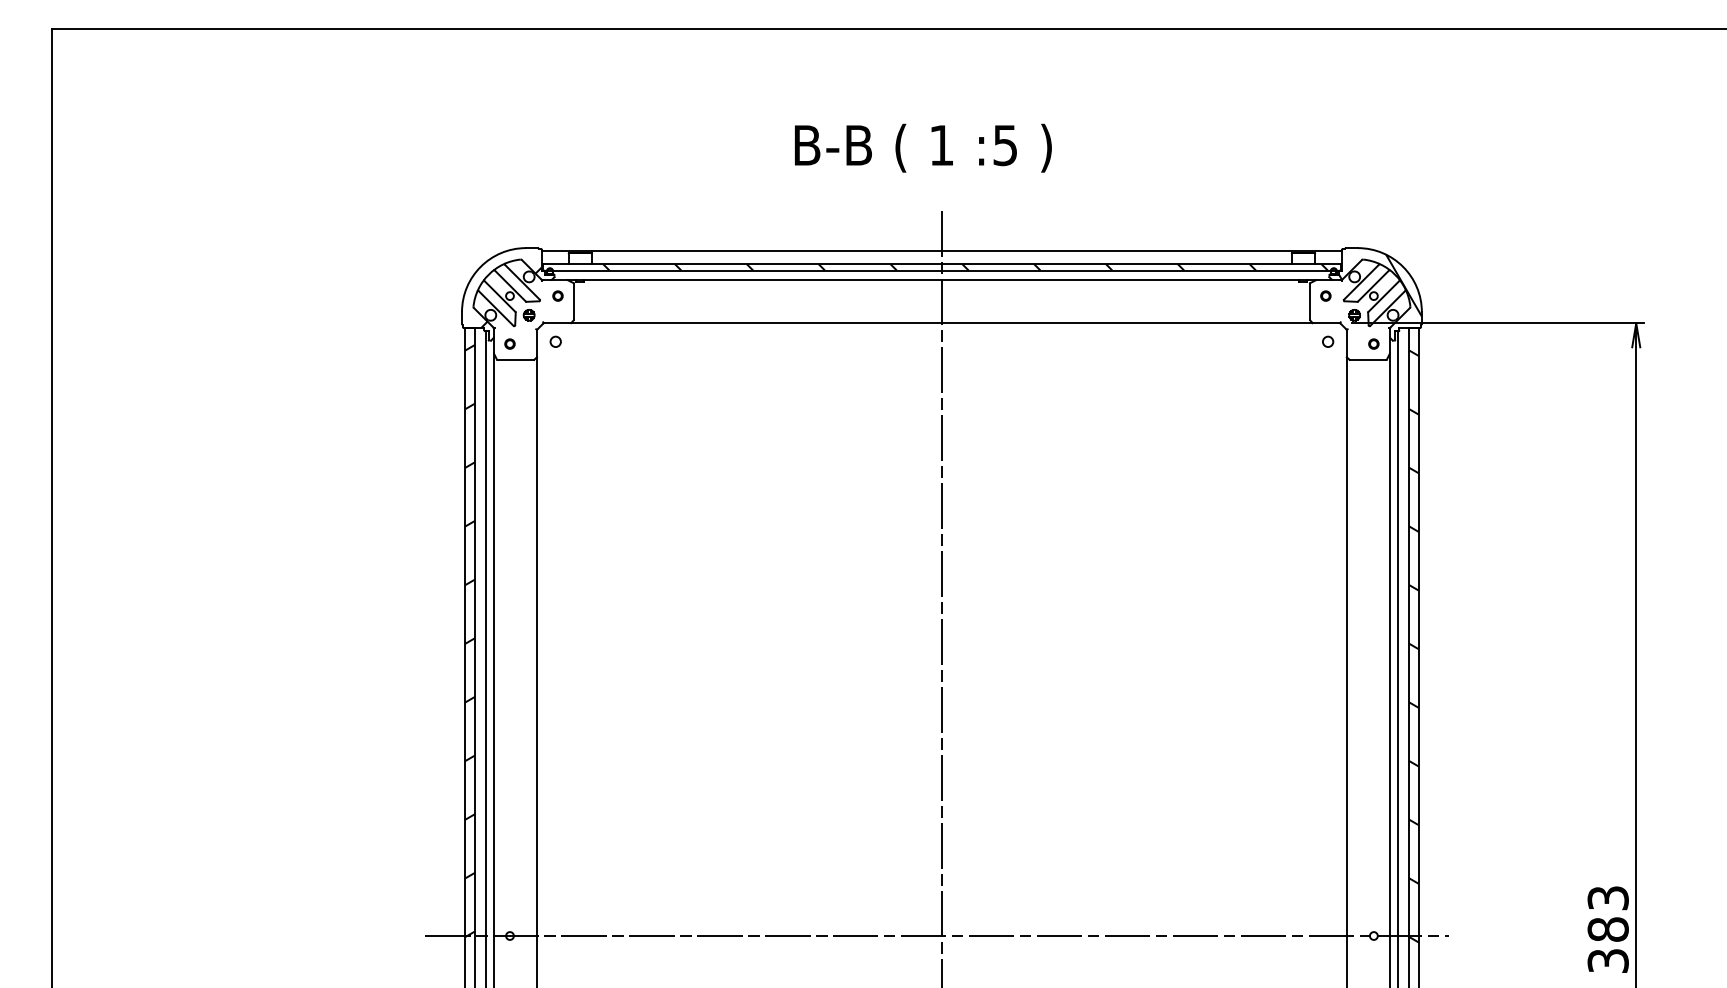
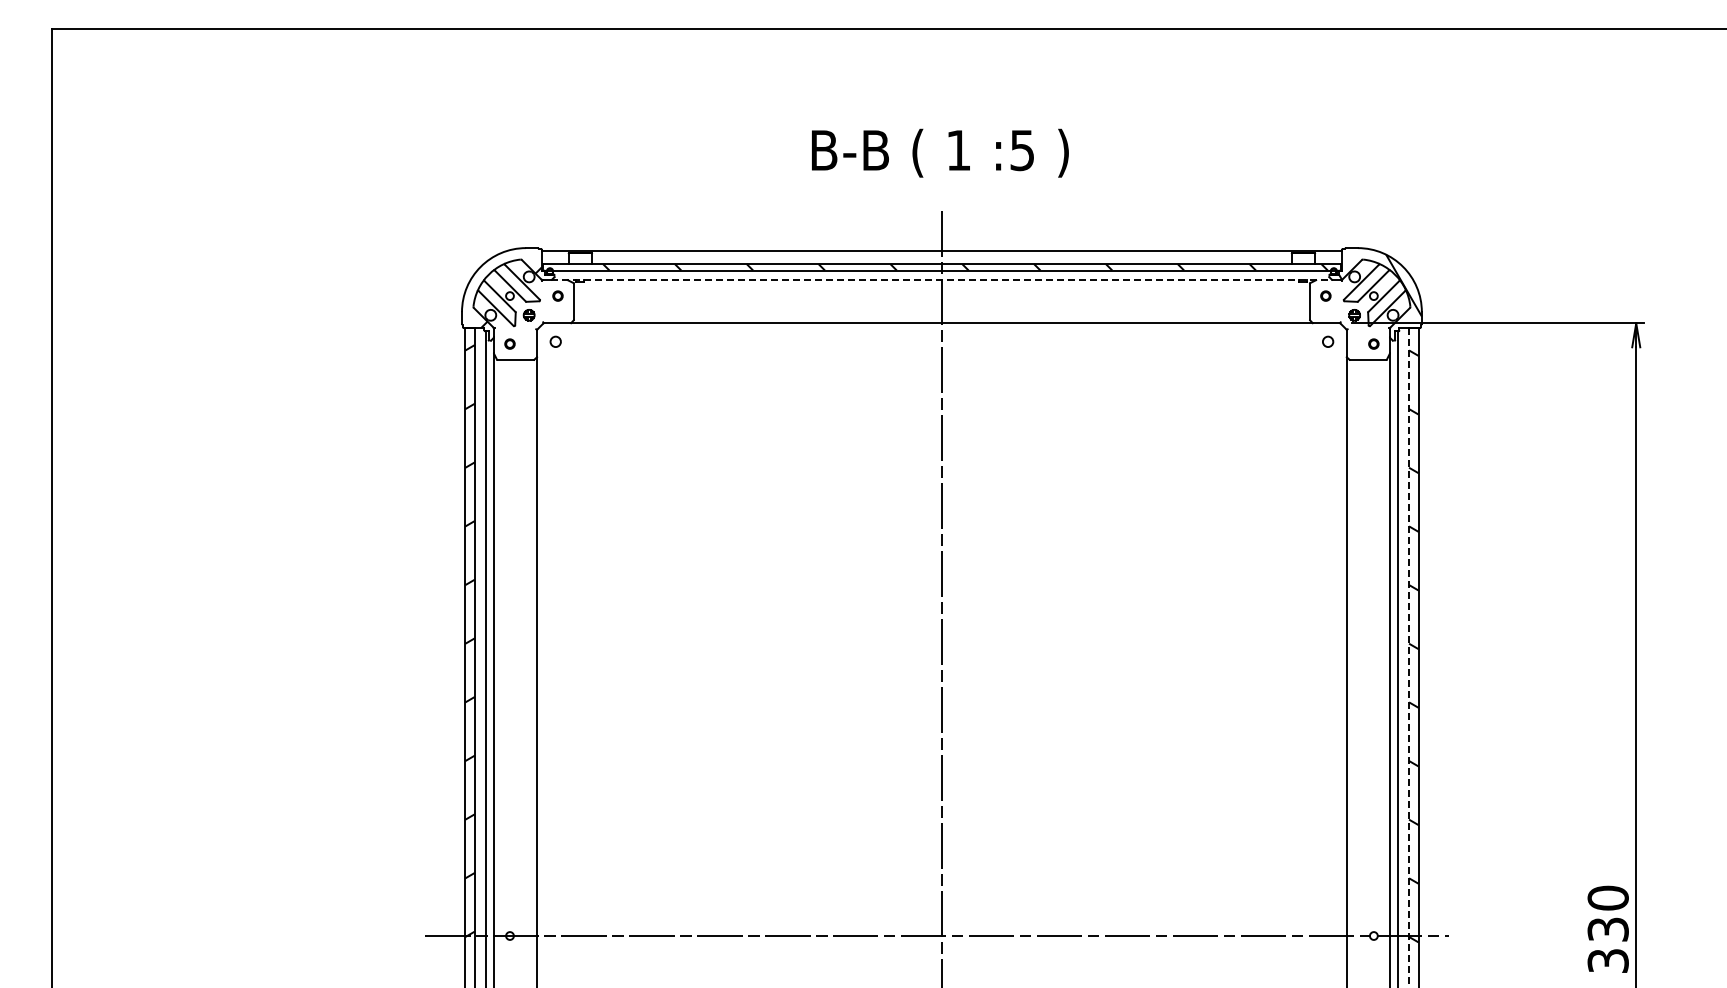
text at (923, 147) position: (923, 147) -> (940, 152)
line at (942, 280): solid -> dashed
line at (1409, 658): solid -> dashed
text at (1607, 913): 383 -> 330
